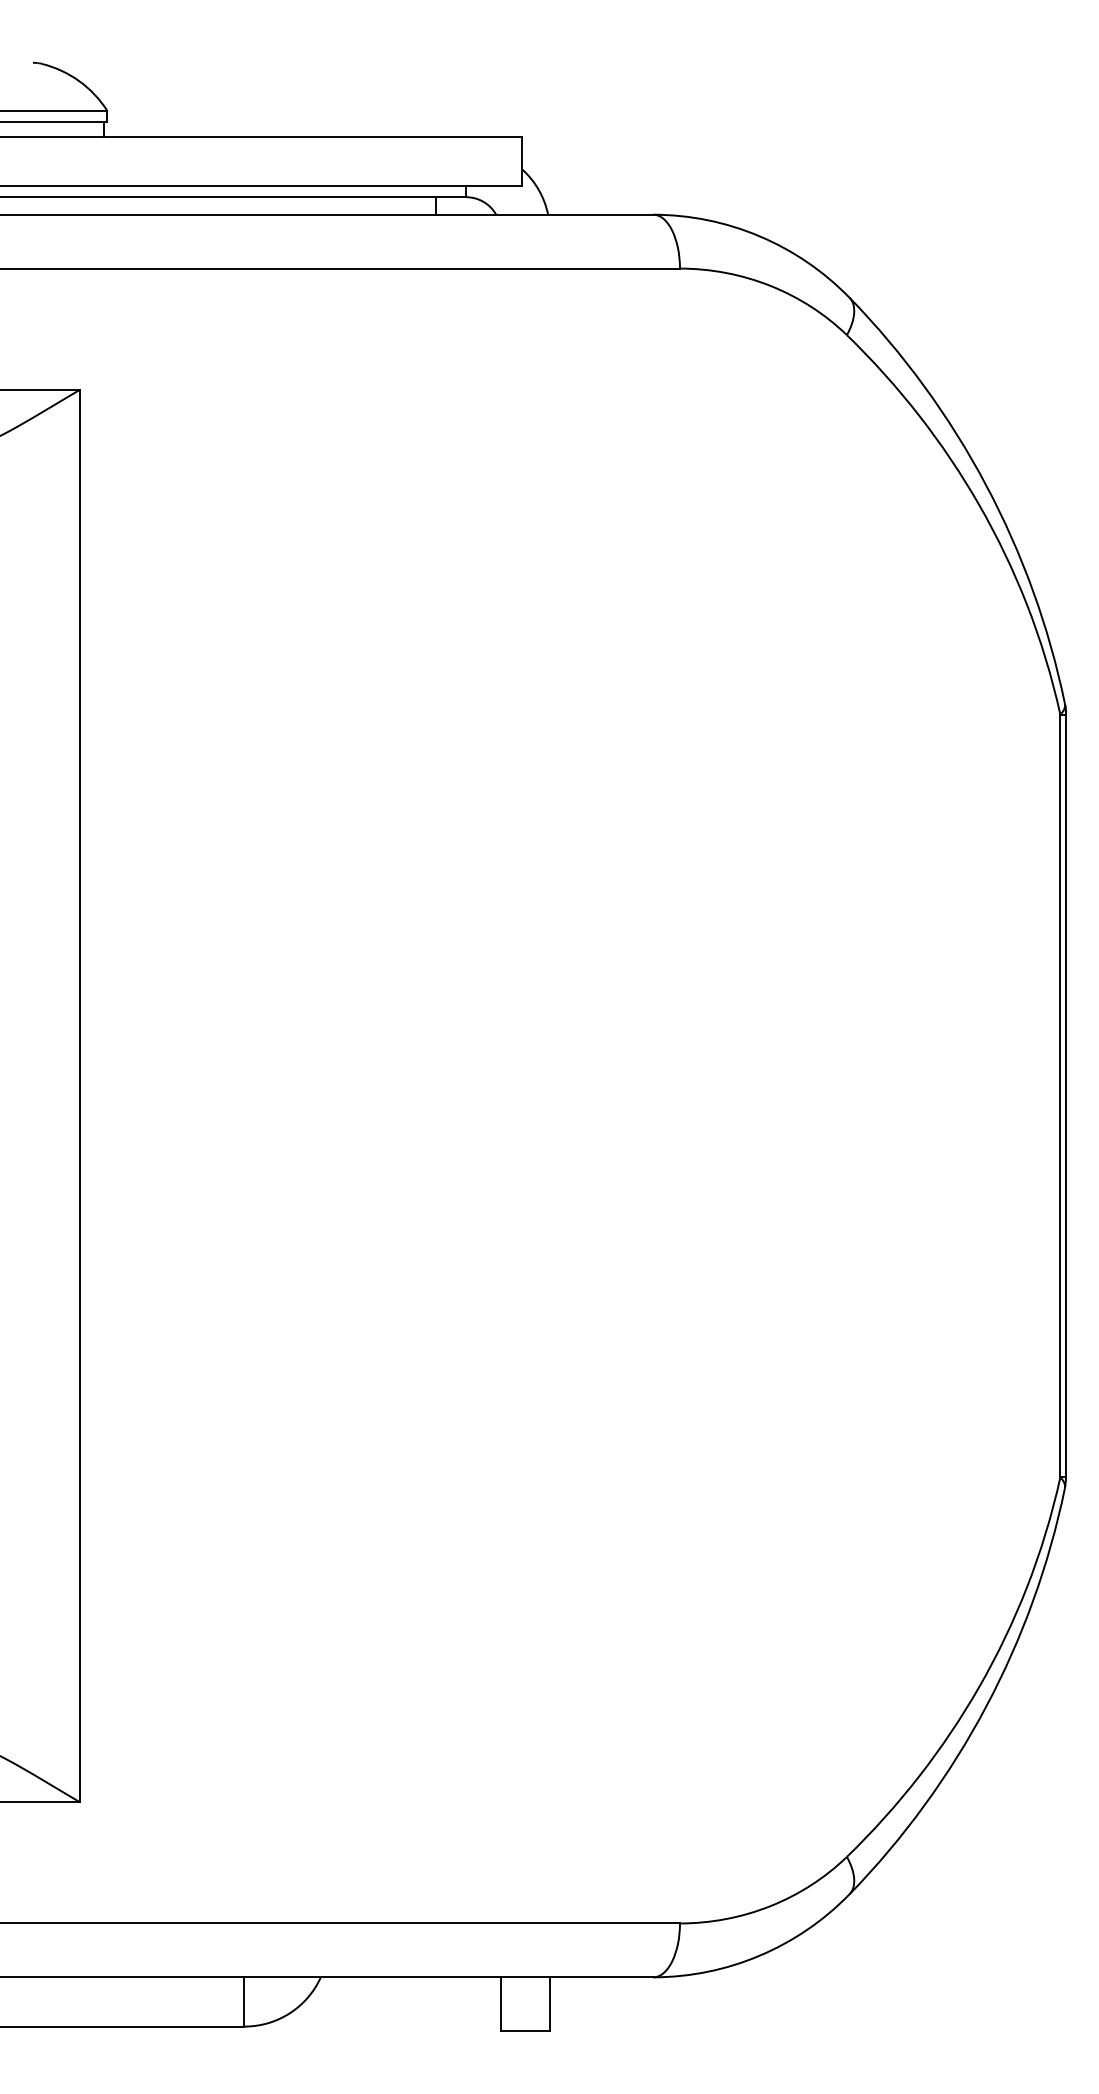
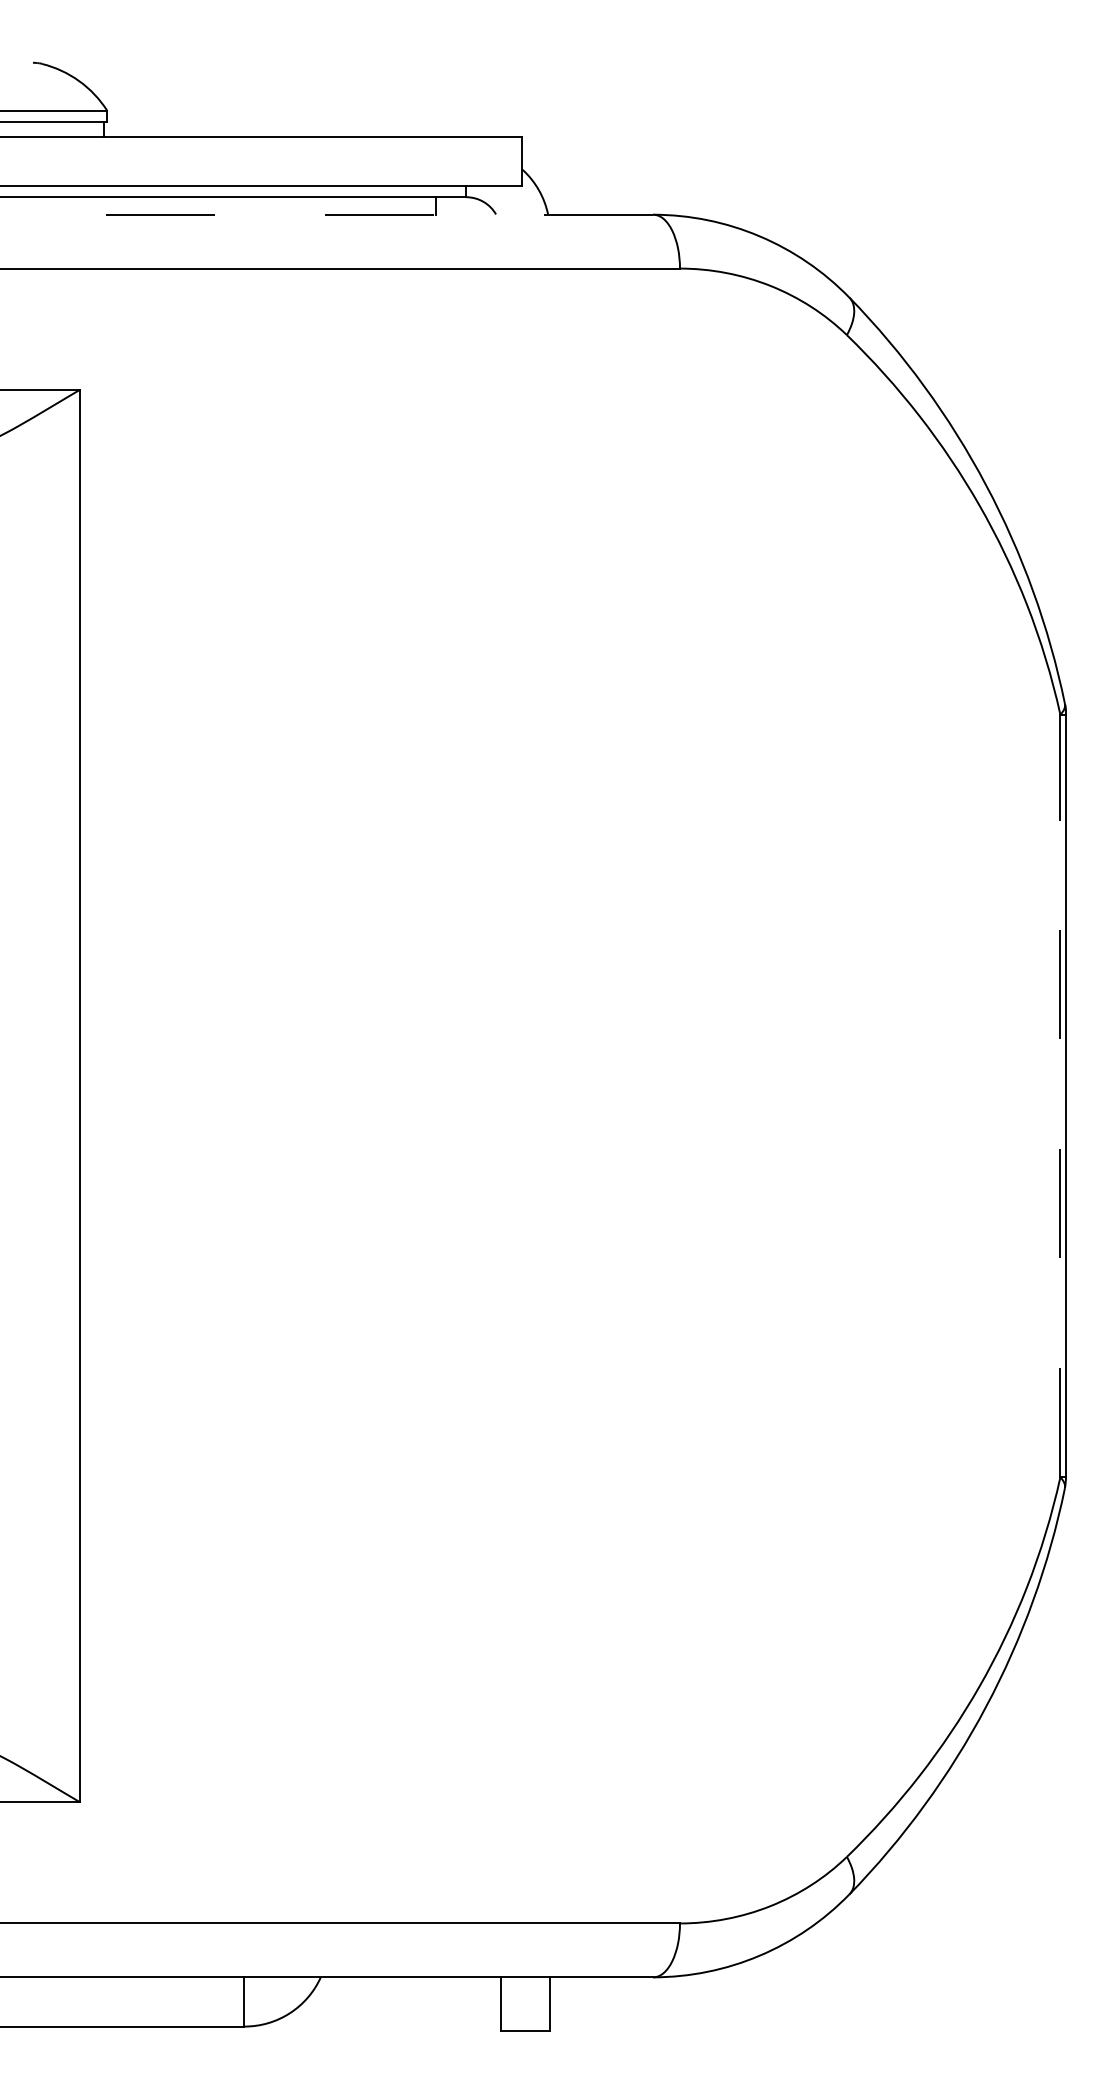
line at (326, 214): solid -> dashed
line at (1060, 1095): solid -> dashed
